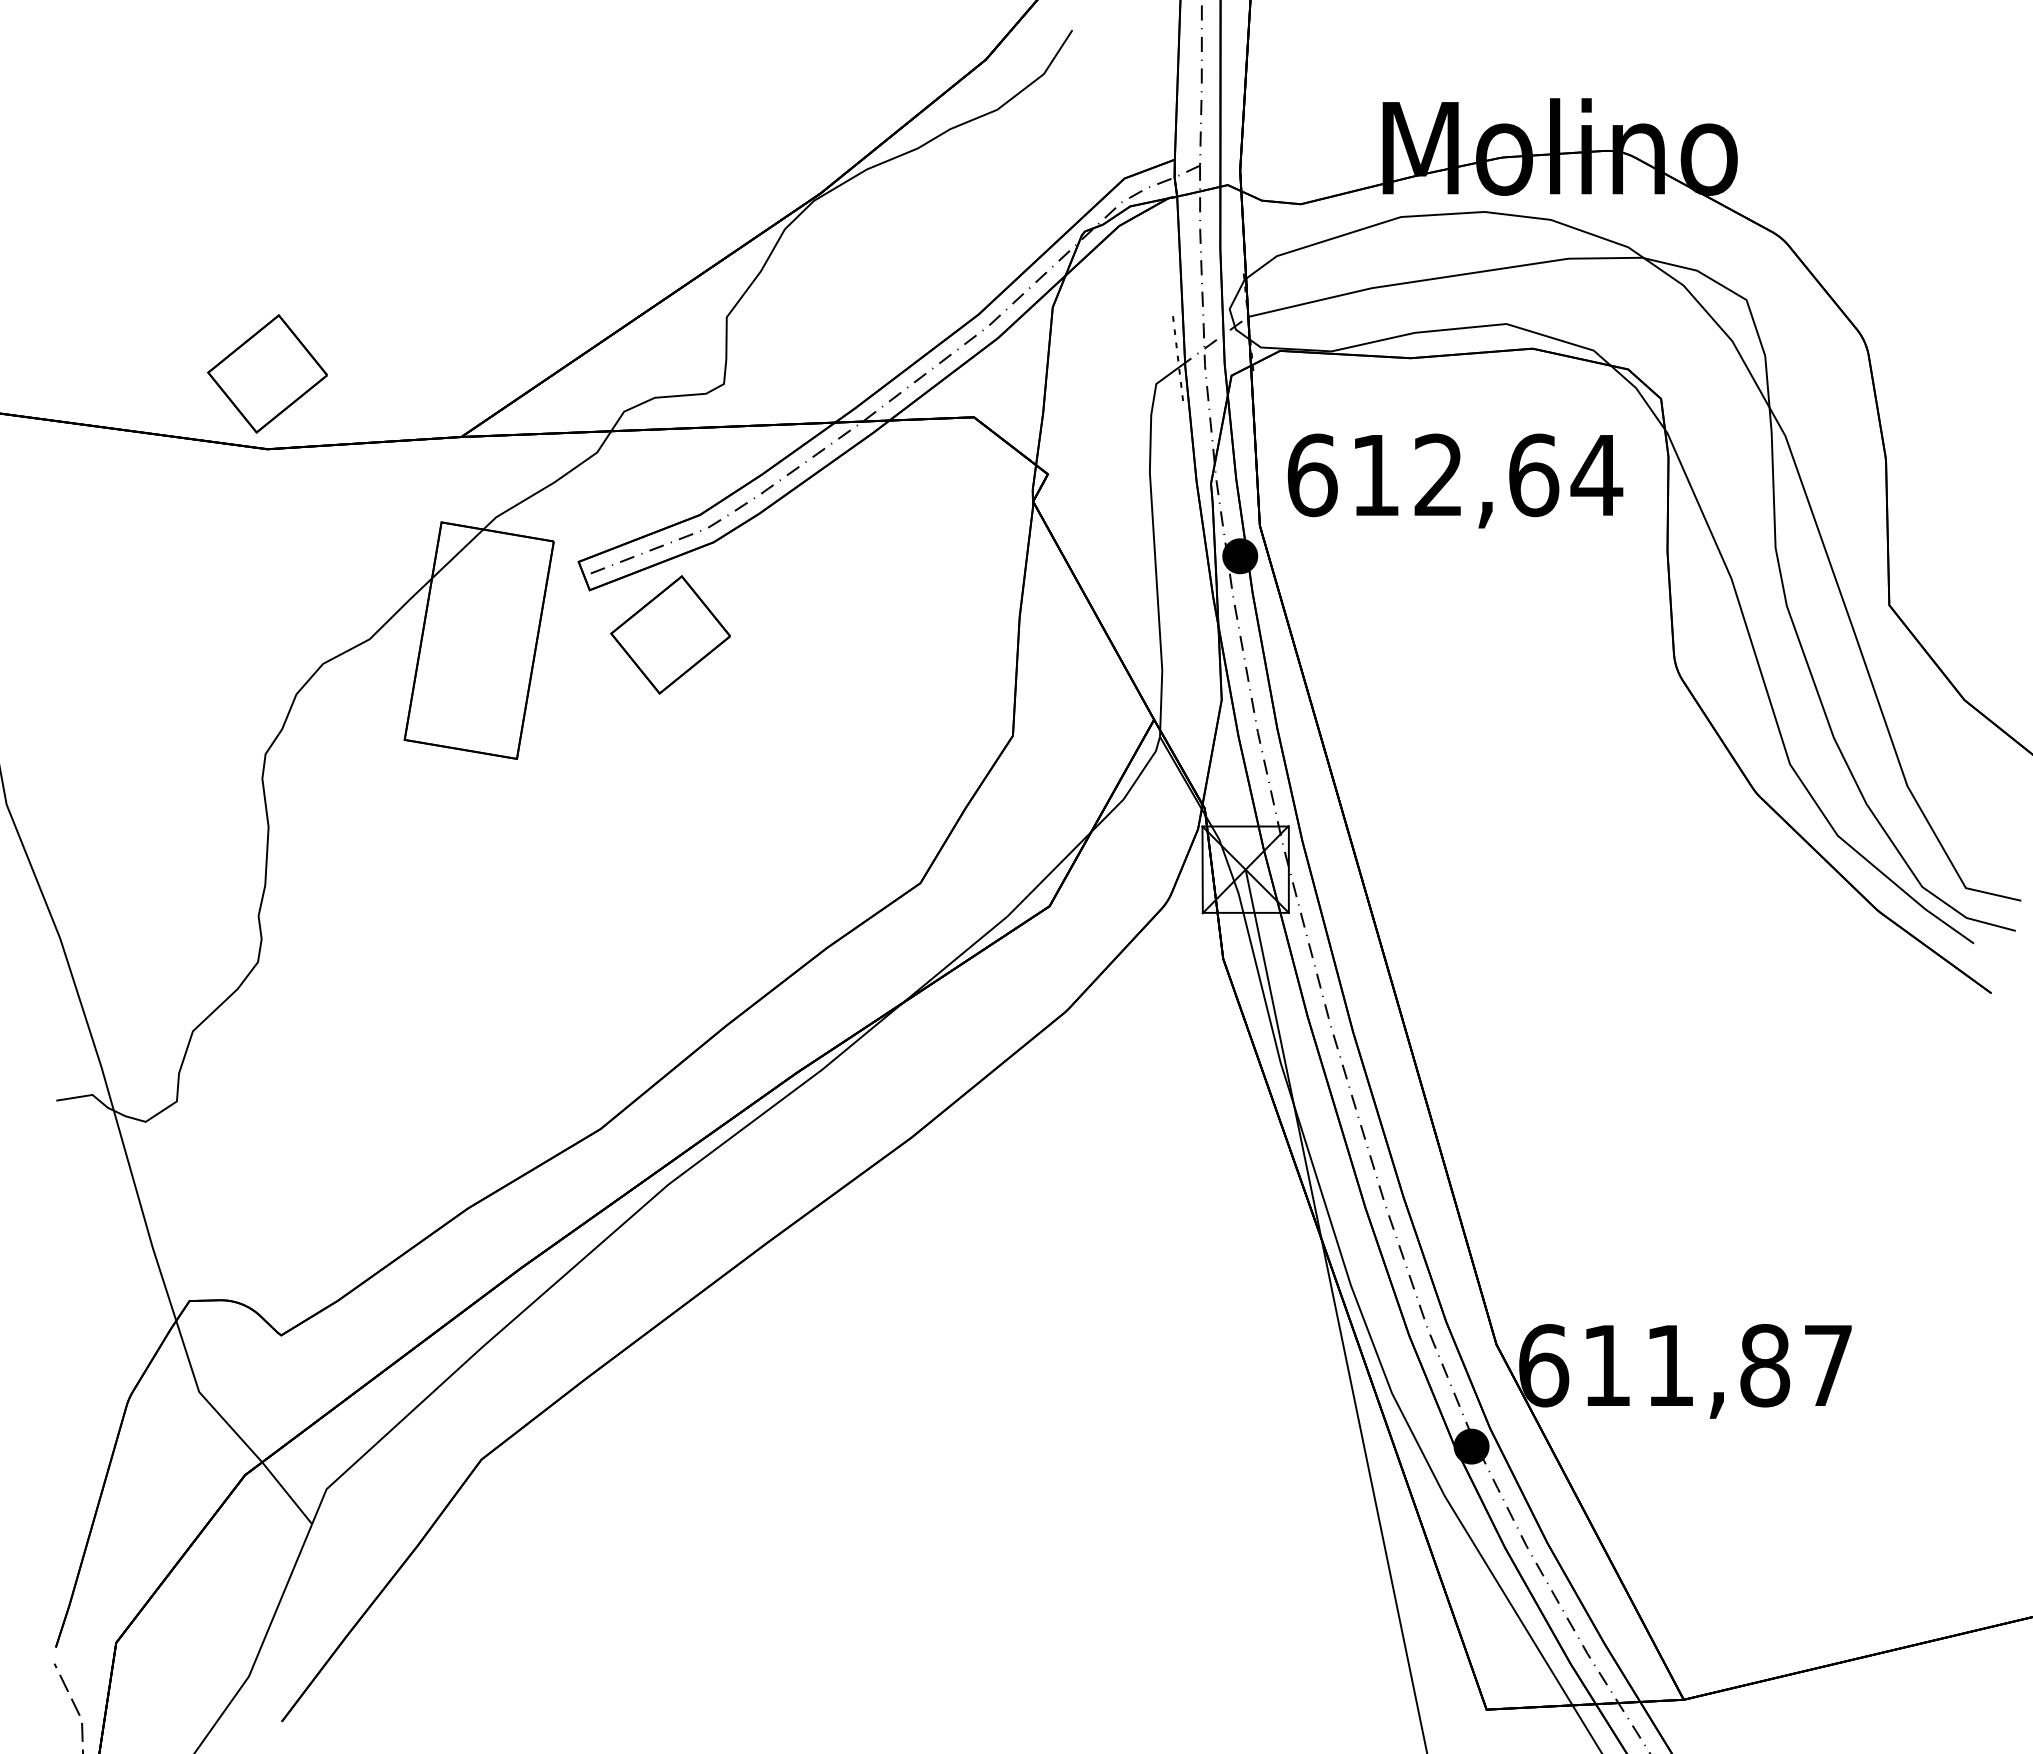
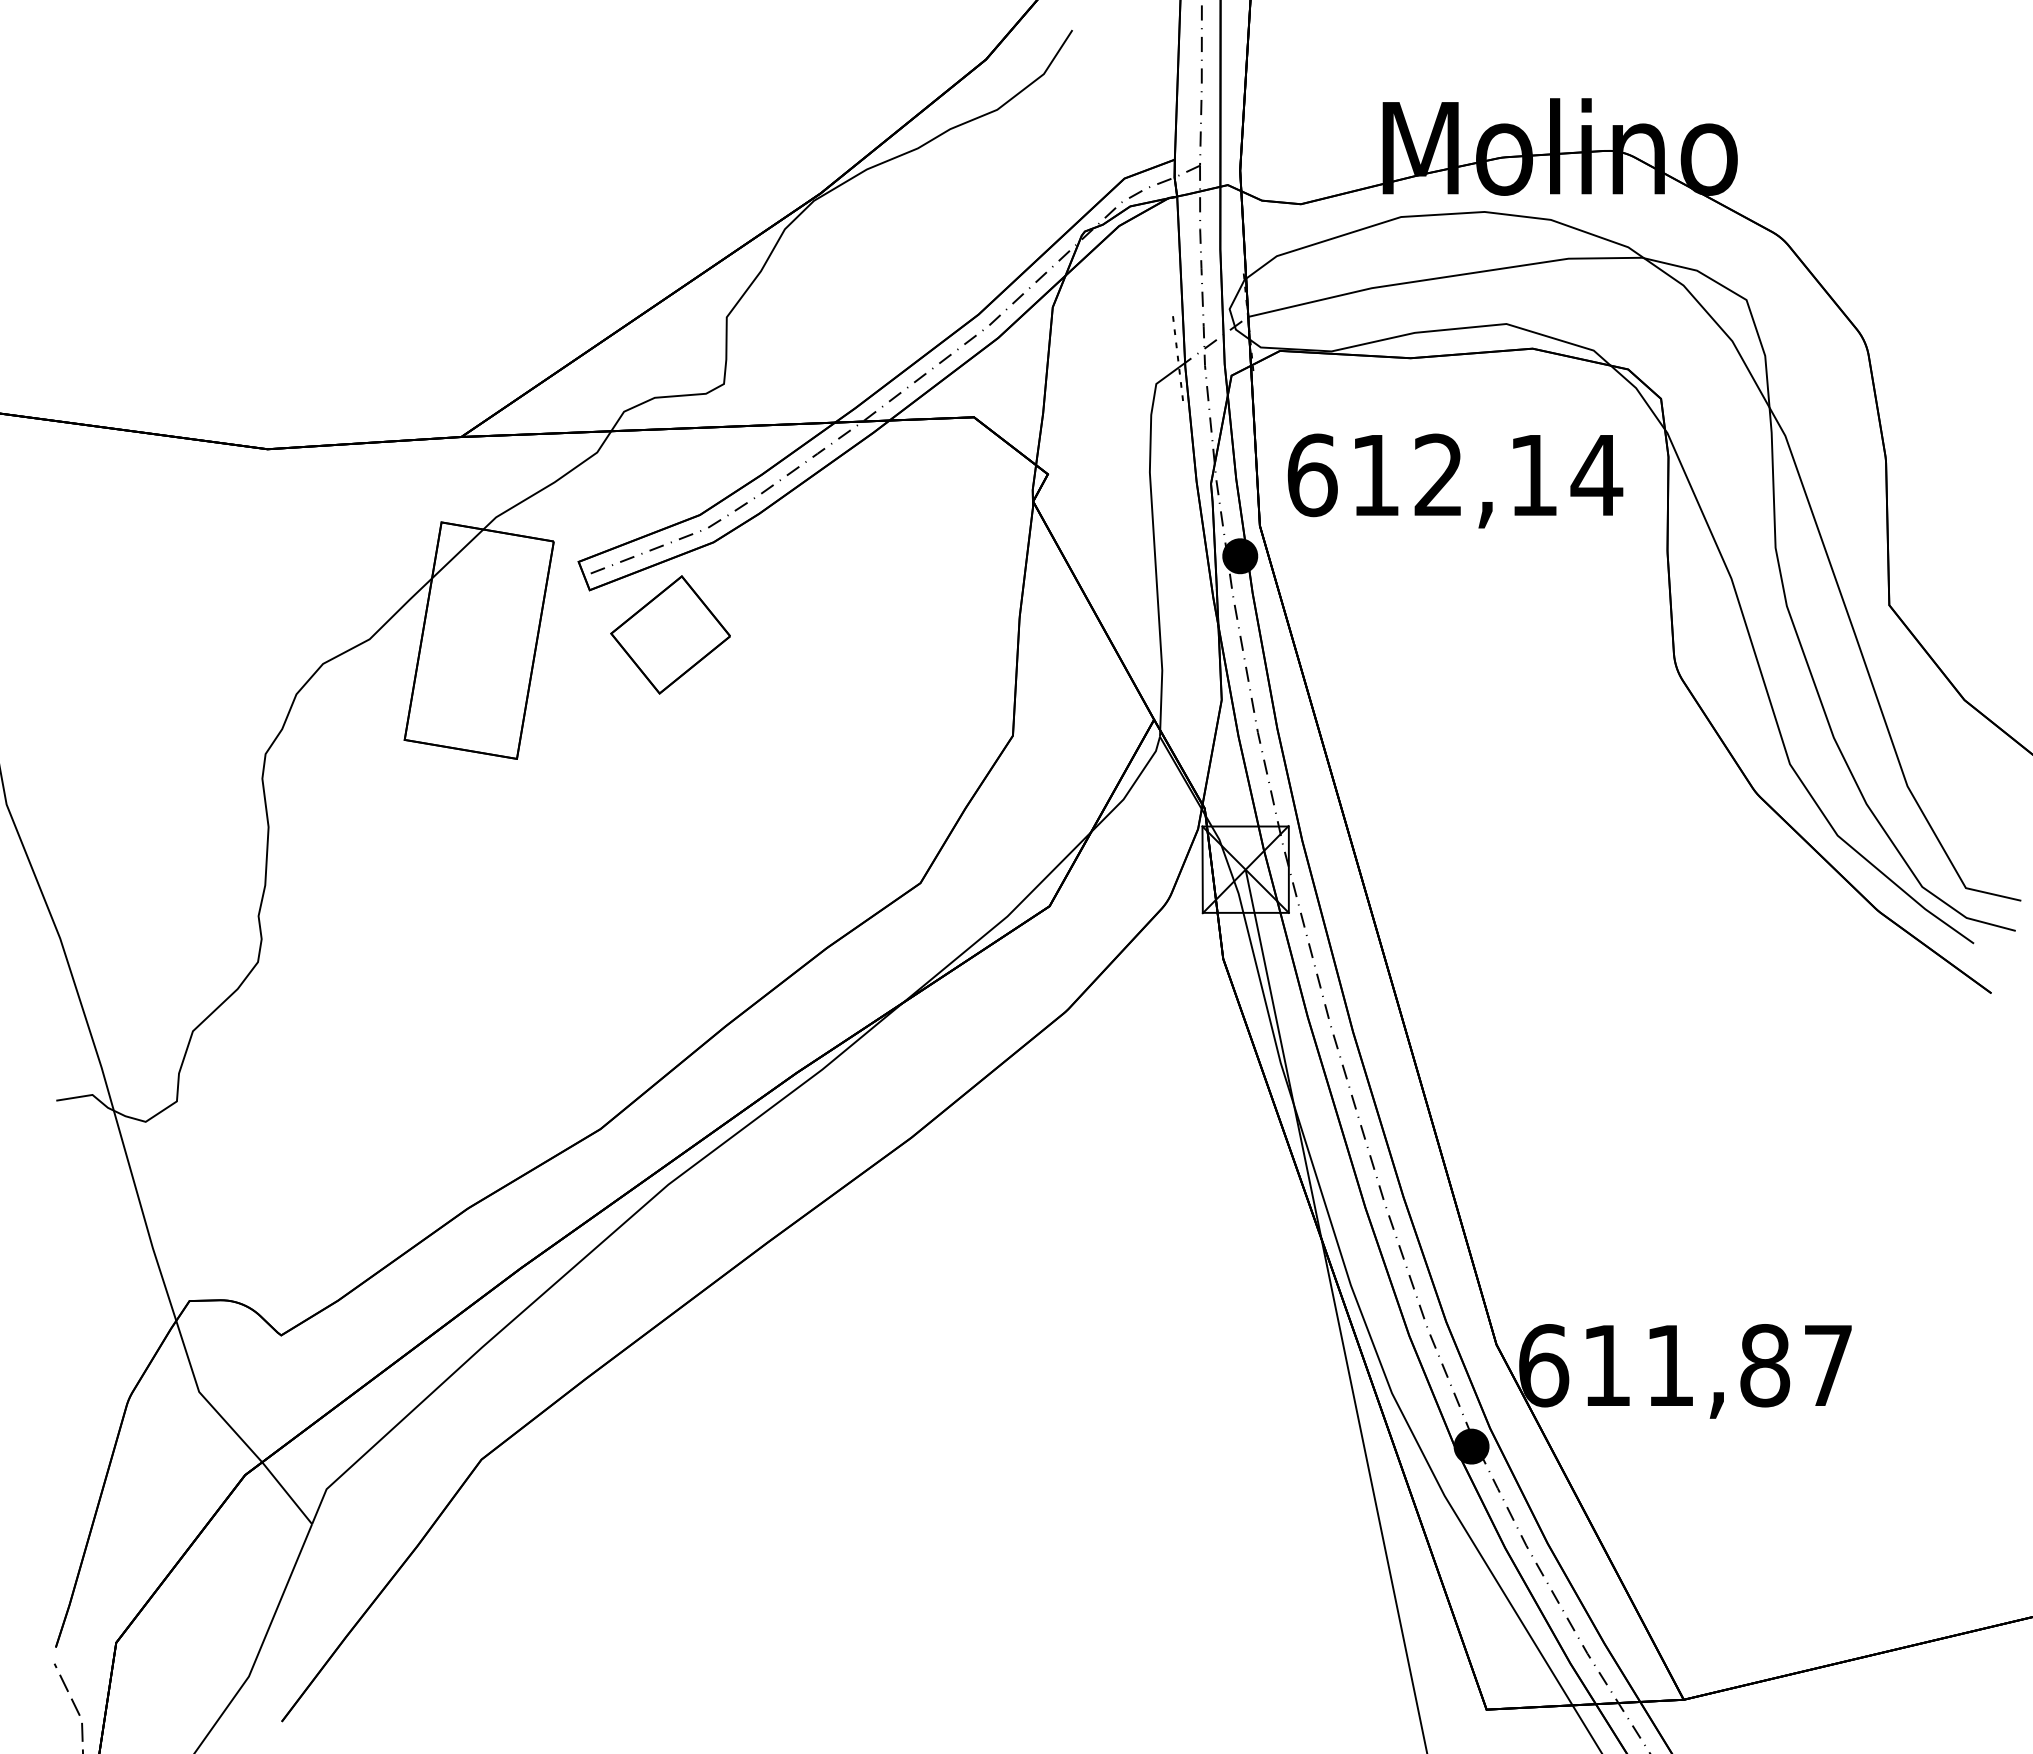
part at (267, 373): present -> none
text at (1534, 475): 612,64 -> 612,14
